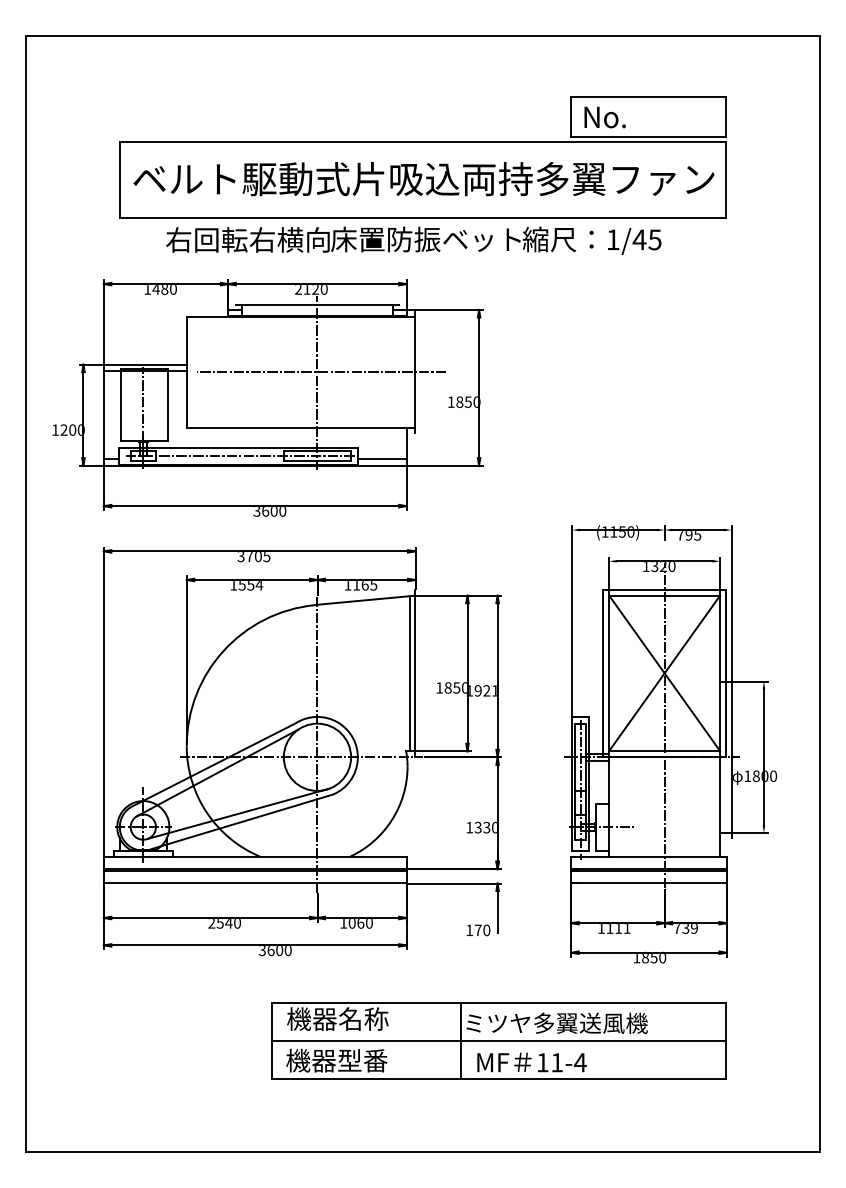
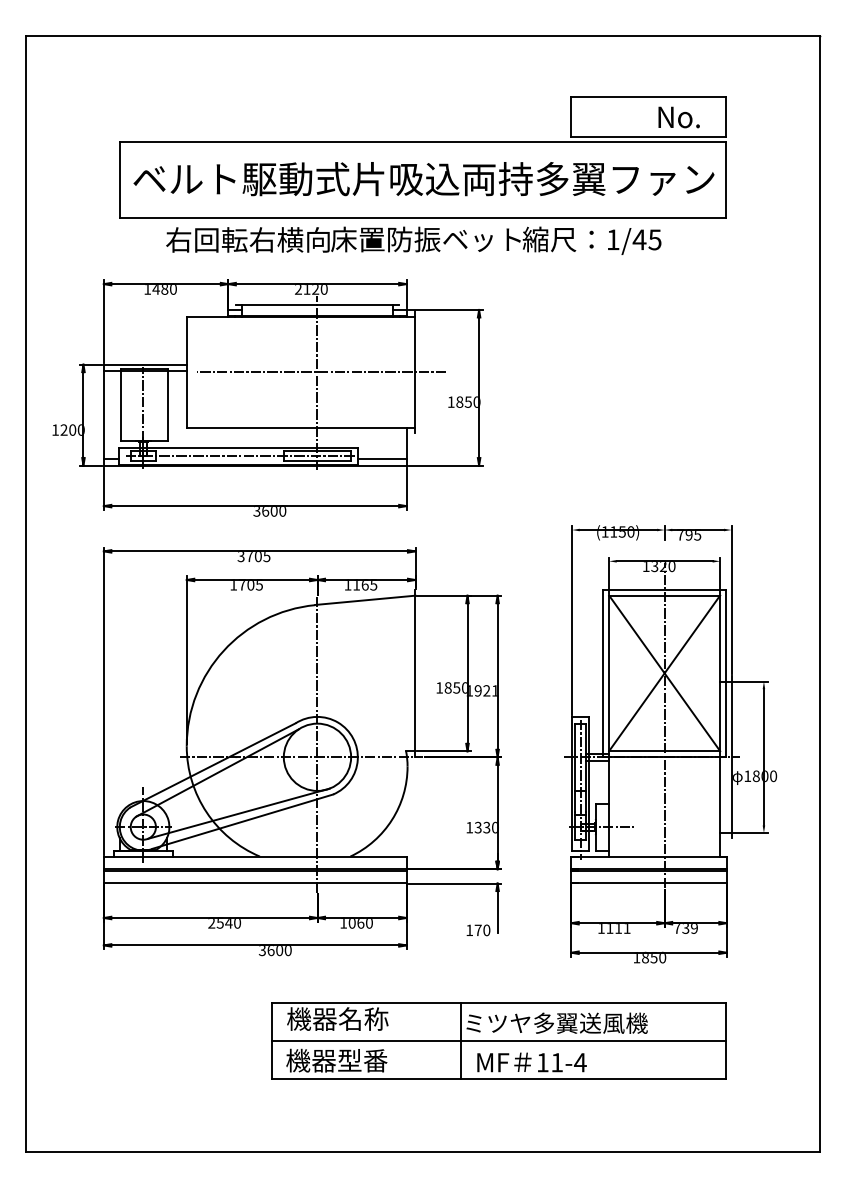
text at (604, 117) position: (604, 117) -> (678, 117)
text at (250, 585): 1554 -> 1705
line at (410, 673): present -> none
